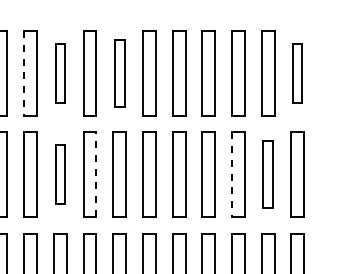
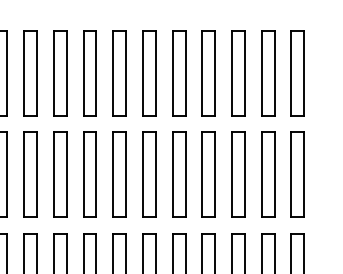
line at (24, 73): dashed -> solid
part at (60, 73) size: 11x61 px -> 15x87 px
part at (119, 73) size: 12x69 px -> 15x87 px
part at (297, 73) size: 11x61 px -> 15x87 px
part at (60, 174) size: 11x61 px -> 15x87 px
line at (96, 174): dashed -> solid
part at (267, 174) size: 12x69 px -> 15x87 px
line at (232, 175): dashed -> solid
